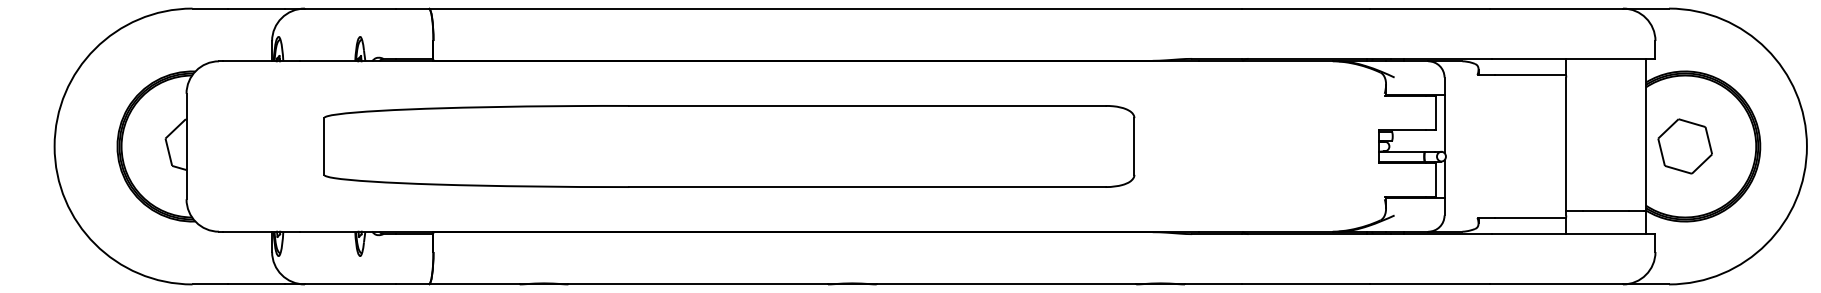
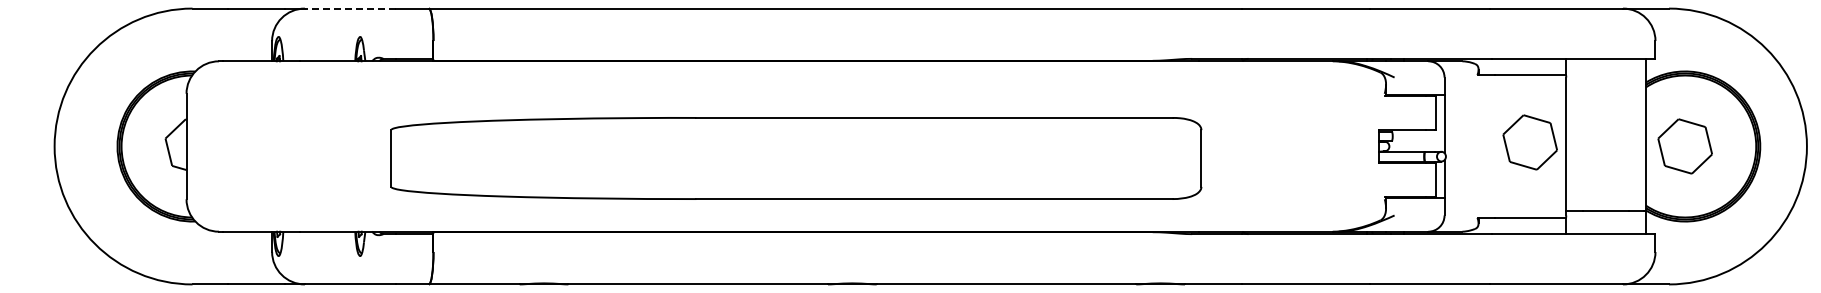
line at (350, 8): solid -> dashed
part at (1529, 142): none -> present
part at (729, 146) position: (729, 146) -> (796, 158)
